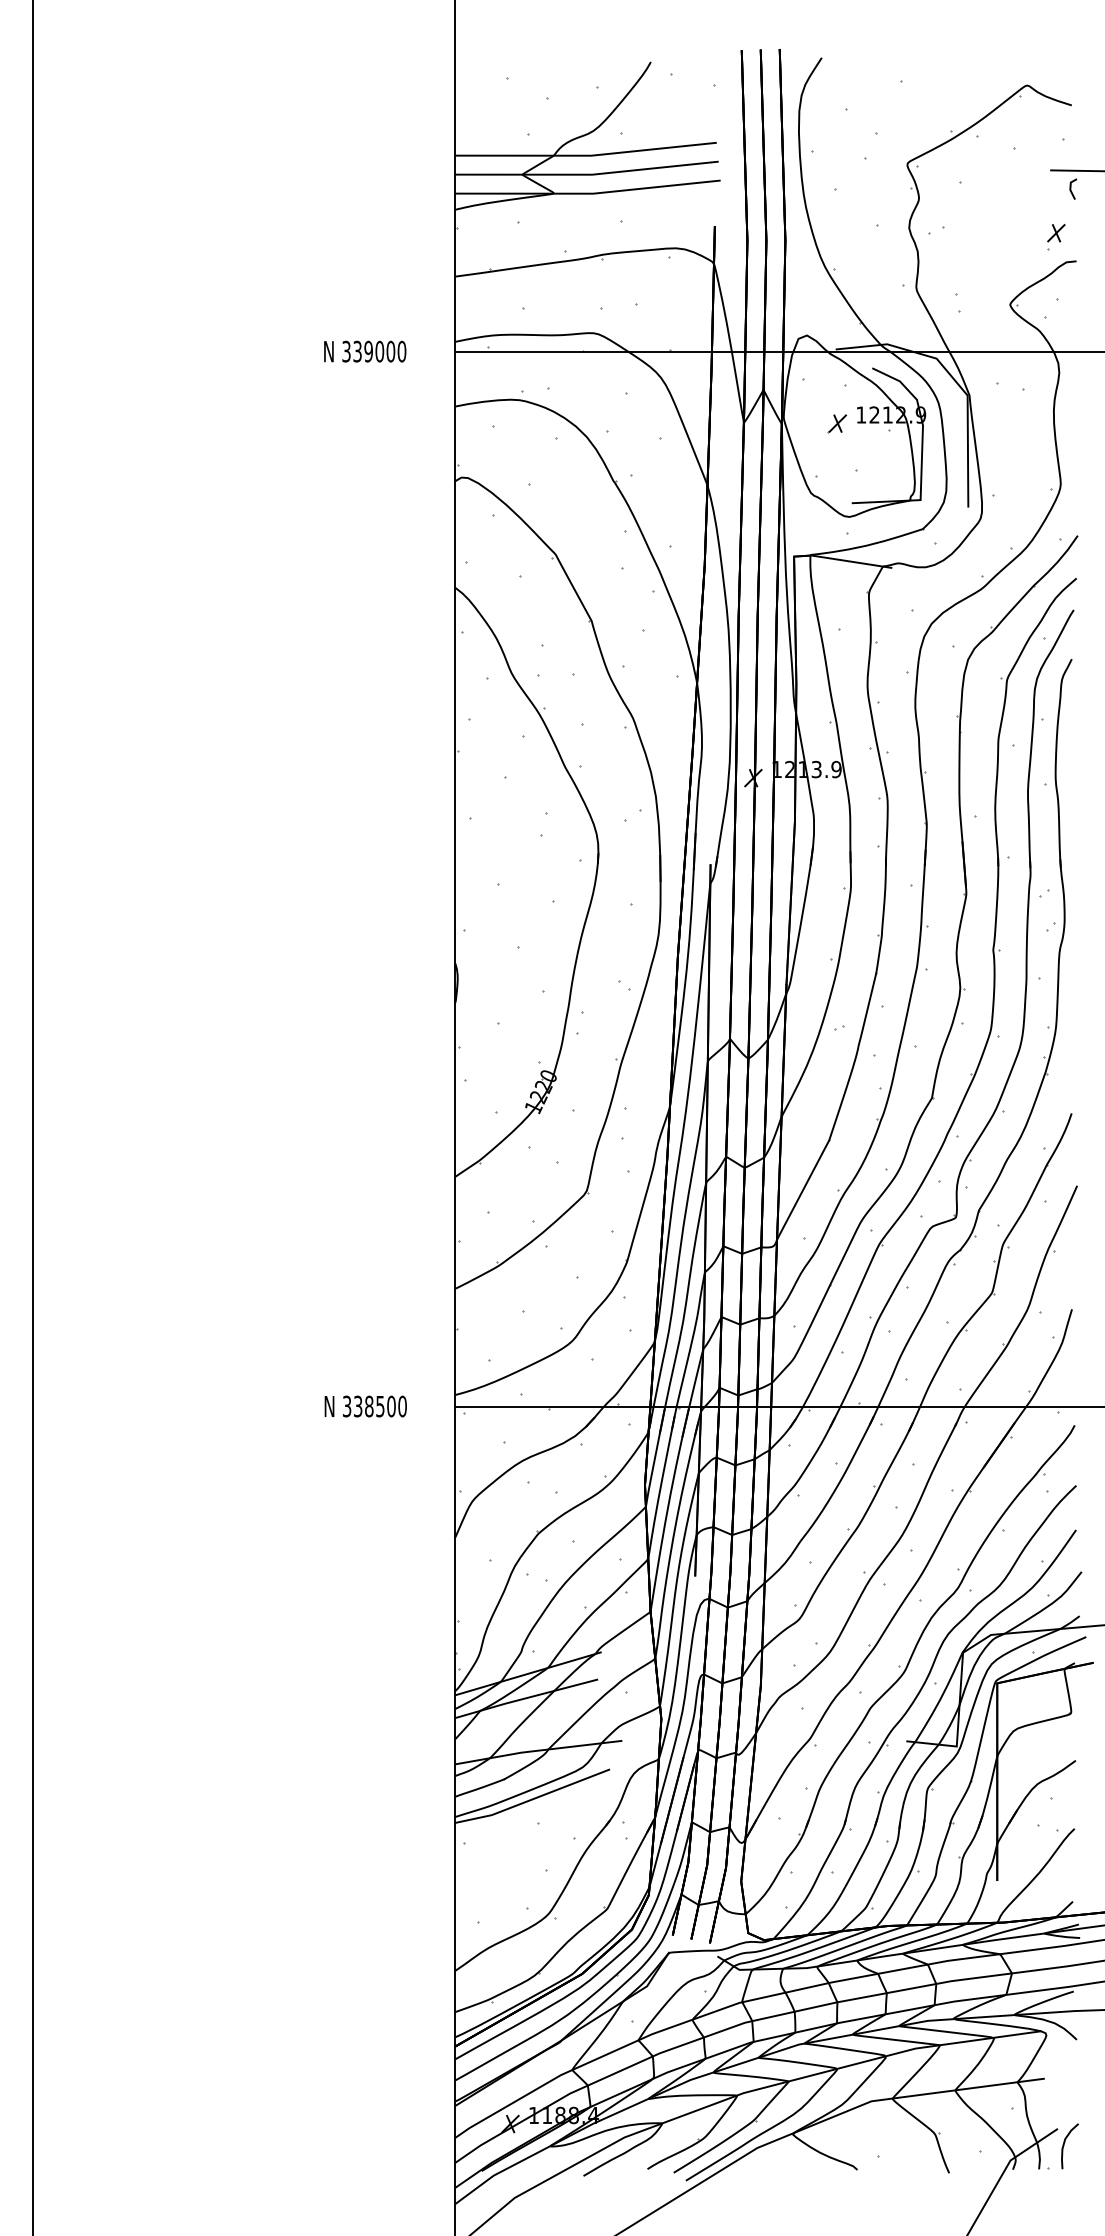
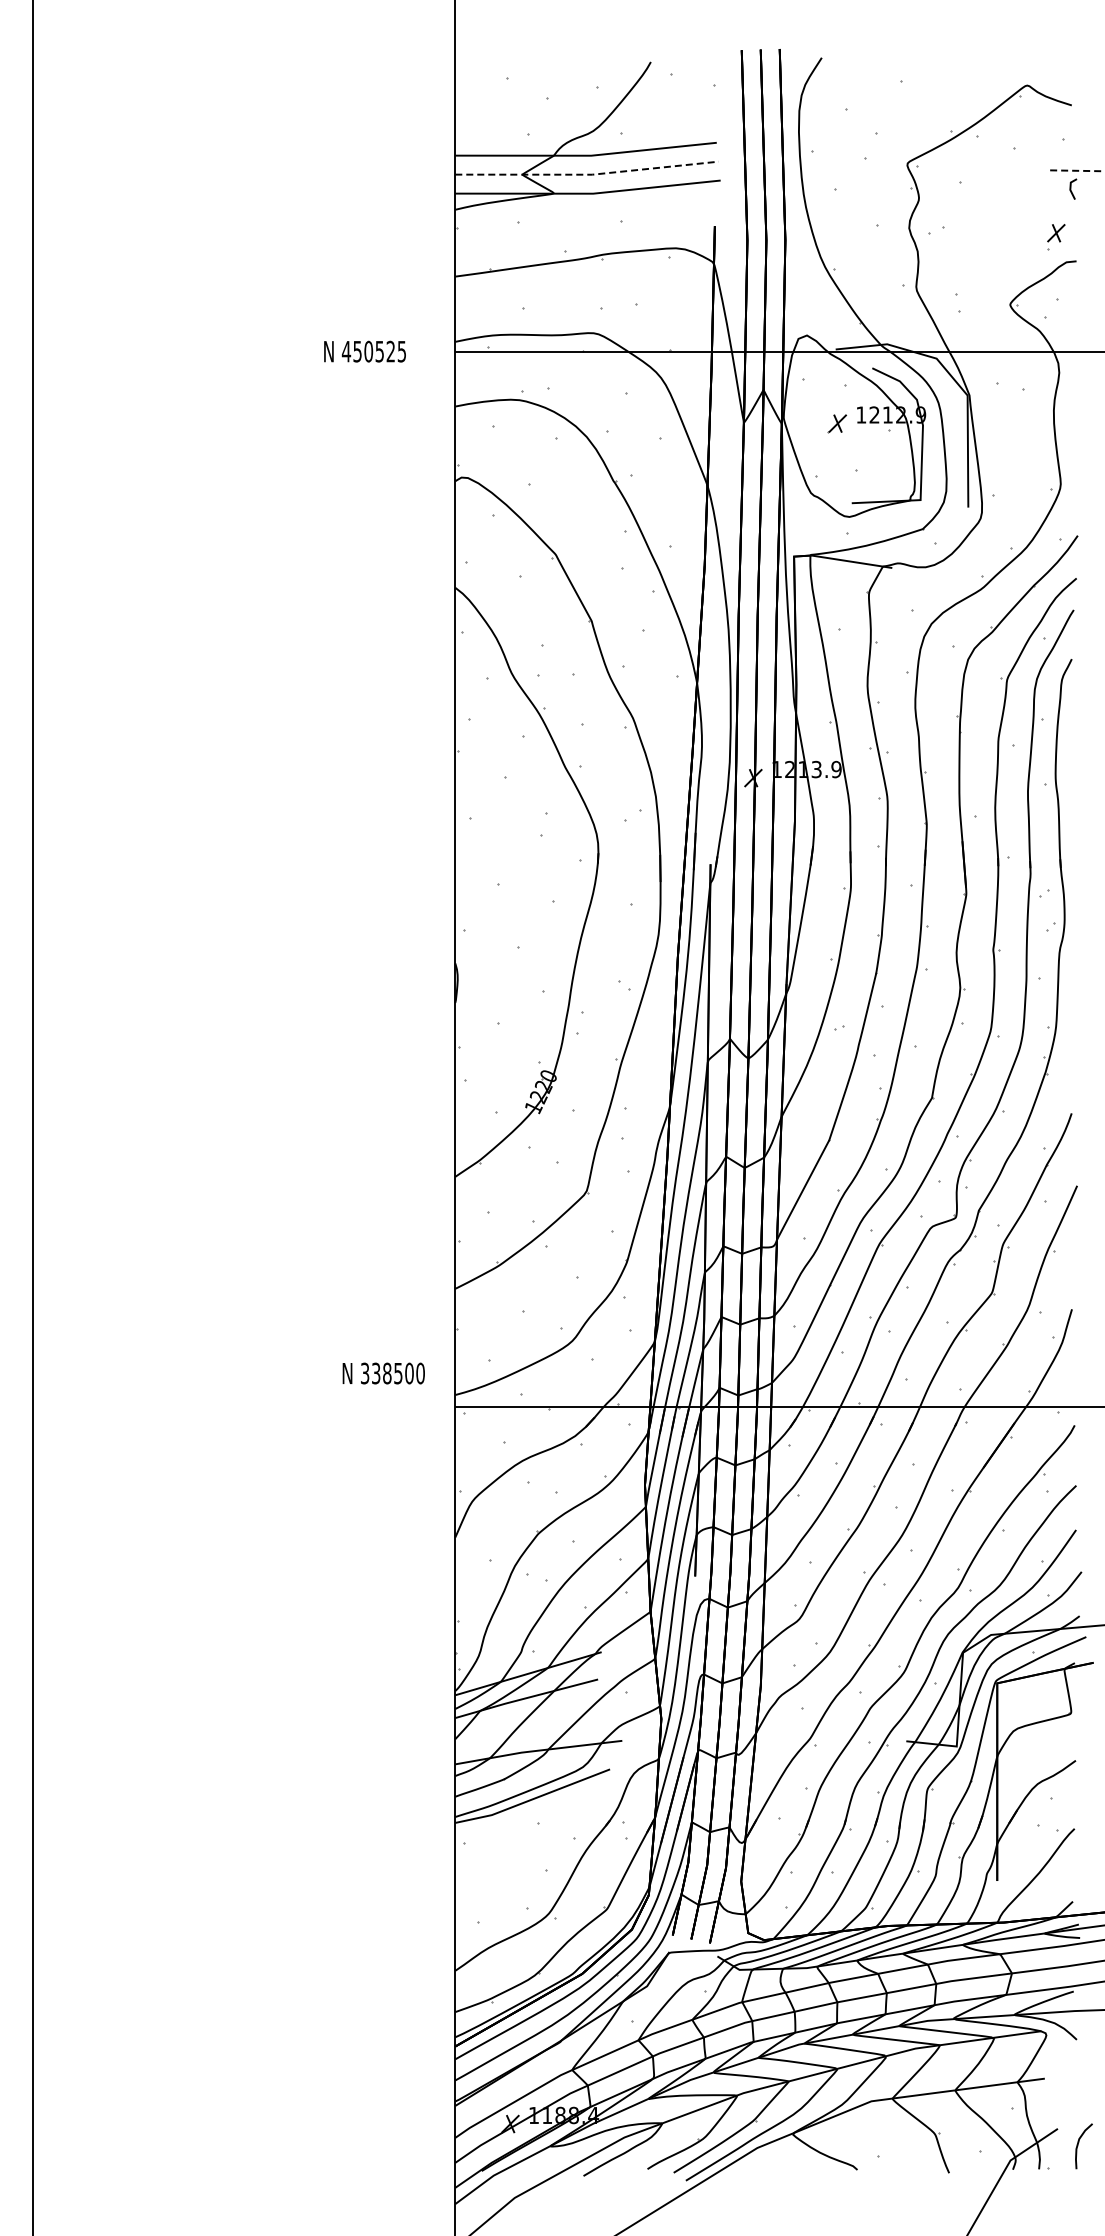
line at (1078, 170): solid -> dashed
line at (588, 174): solid -> dashed
text at (373, 351): 339000 -> 450525
text at (365, 1406) position: (365, 1406) -> (383, 1373)
curve at (1064, 2146) position: (1064, 2146) -> (1078, 2146)
